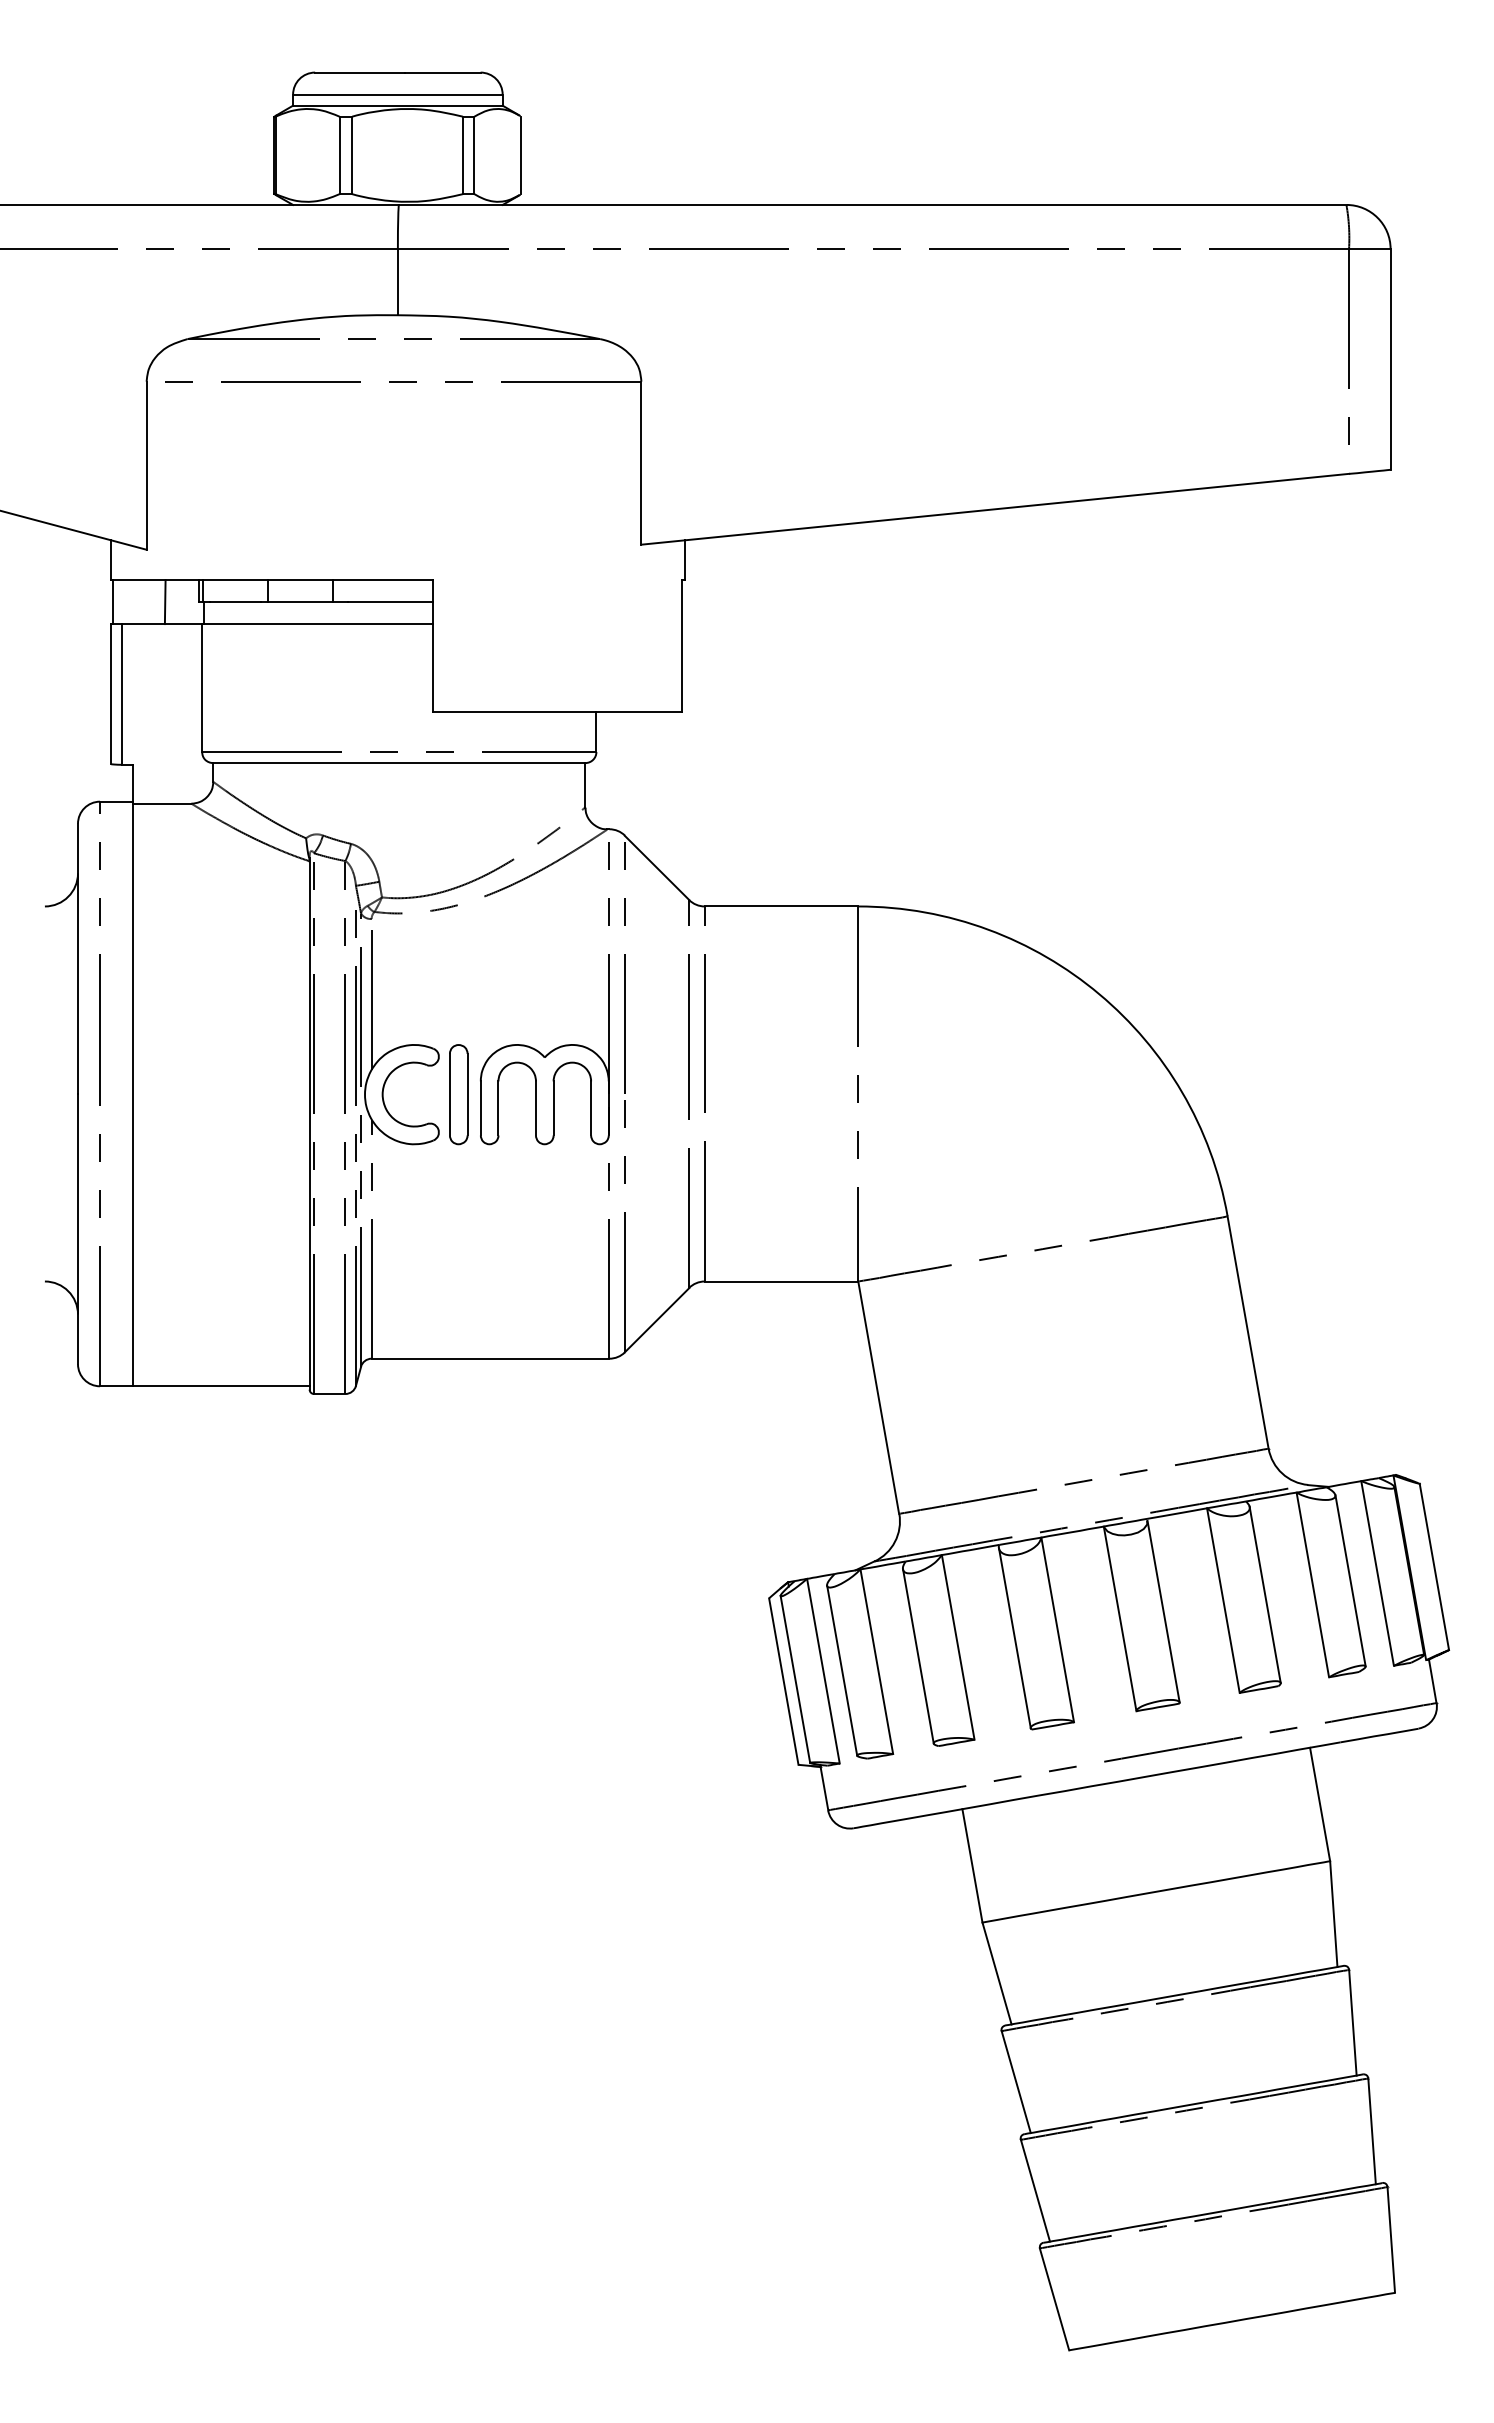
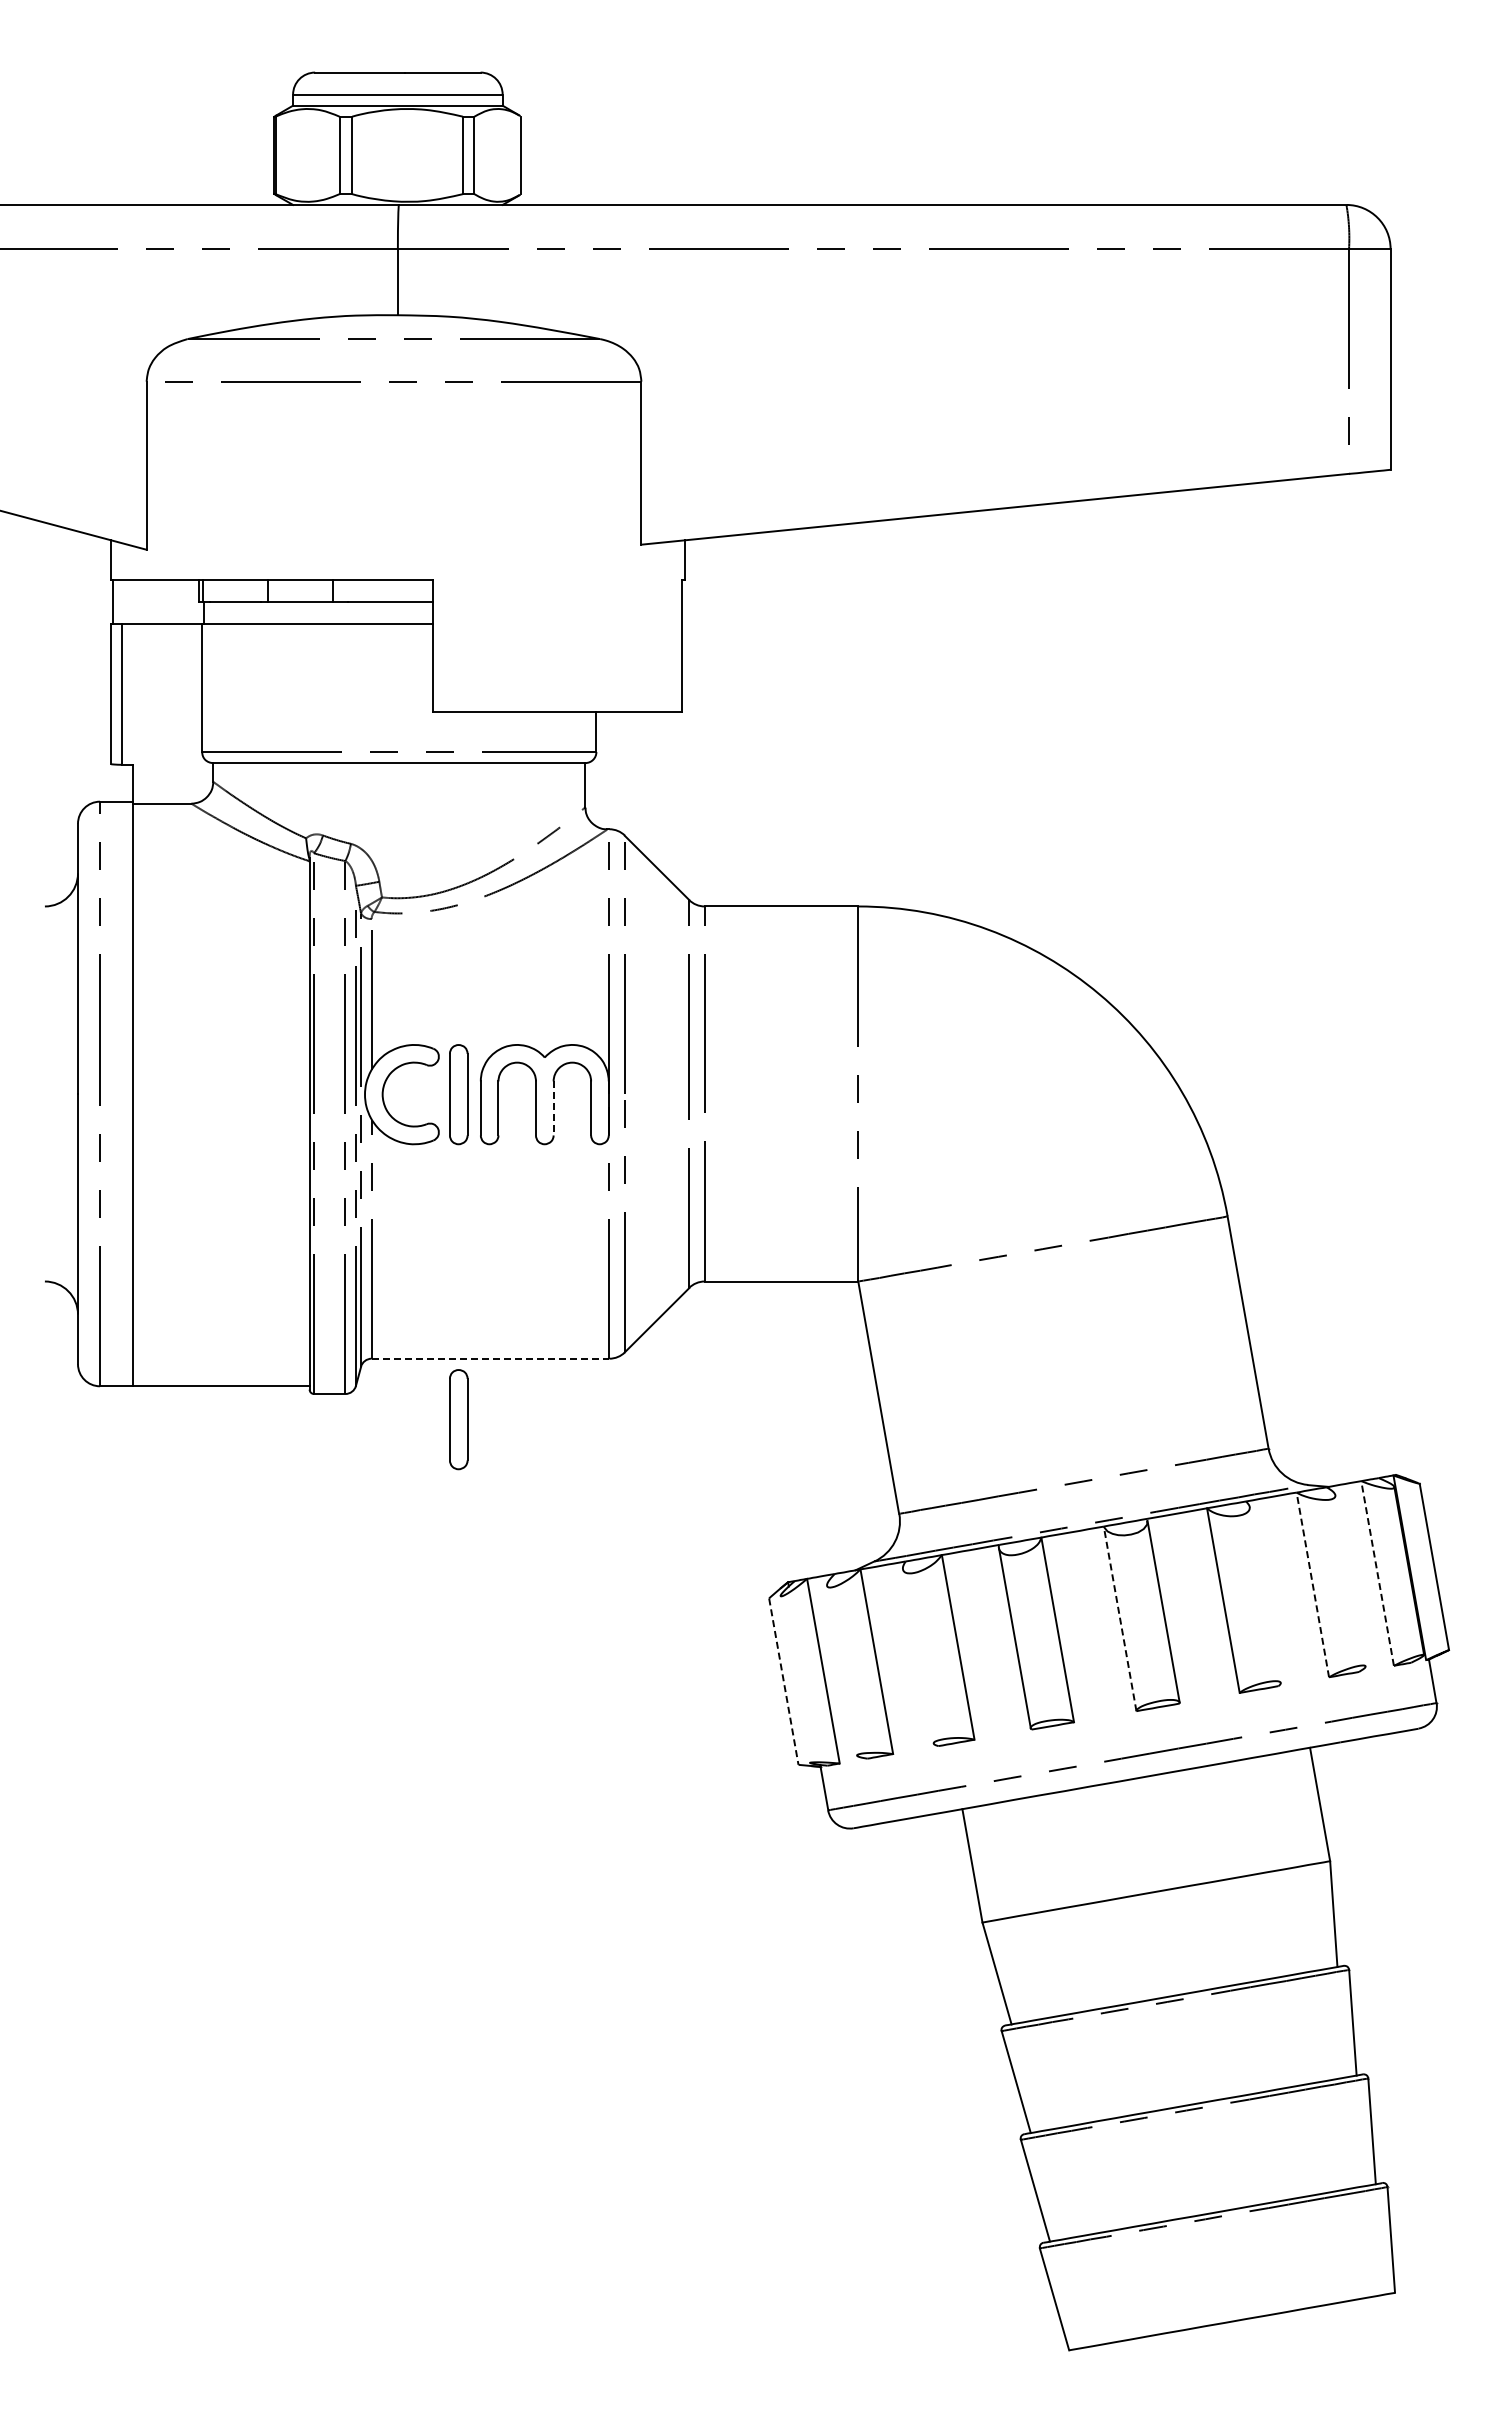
line at (164, 601): present -> none
line at (553, 1108): solid -> dashed
line at (490, 1358): solid -> dashed
part at (458, 1419): none -> present
line at (1377, 1573): solid -> dashed
line at (1350, 1580): present -> none
line at (1312, 1584): solid -> dashed
line at (1264, 1594): present -> none
line at (1120, 1618): solid -> dashed
line at (918, 1656): present -> none
line at (842, 1670): present -> none
line at (795, 1679): present -> none
line at (783, 1682): solid -> dashed
